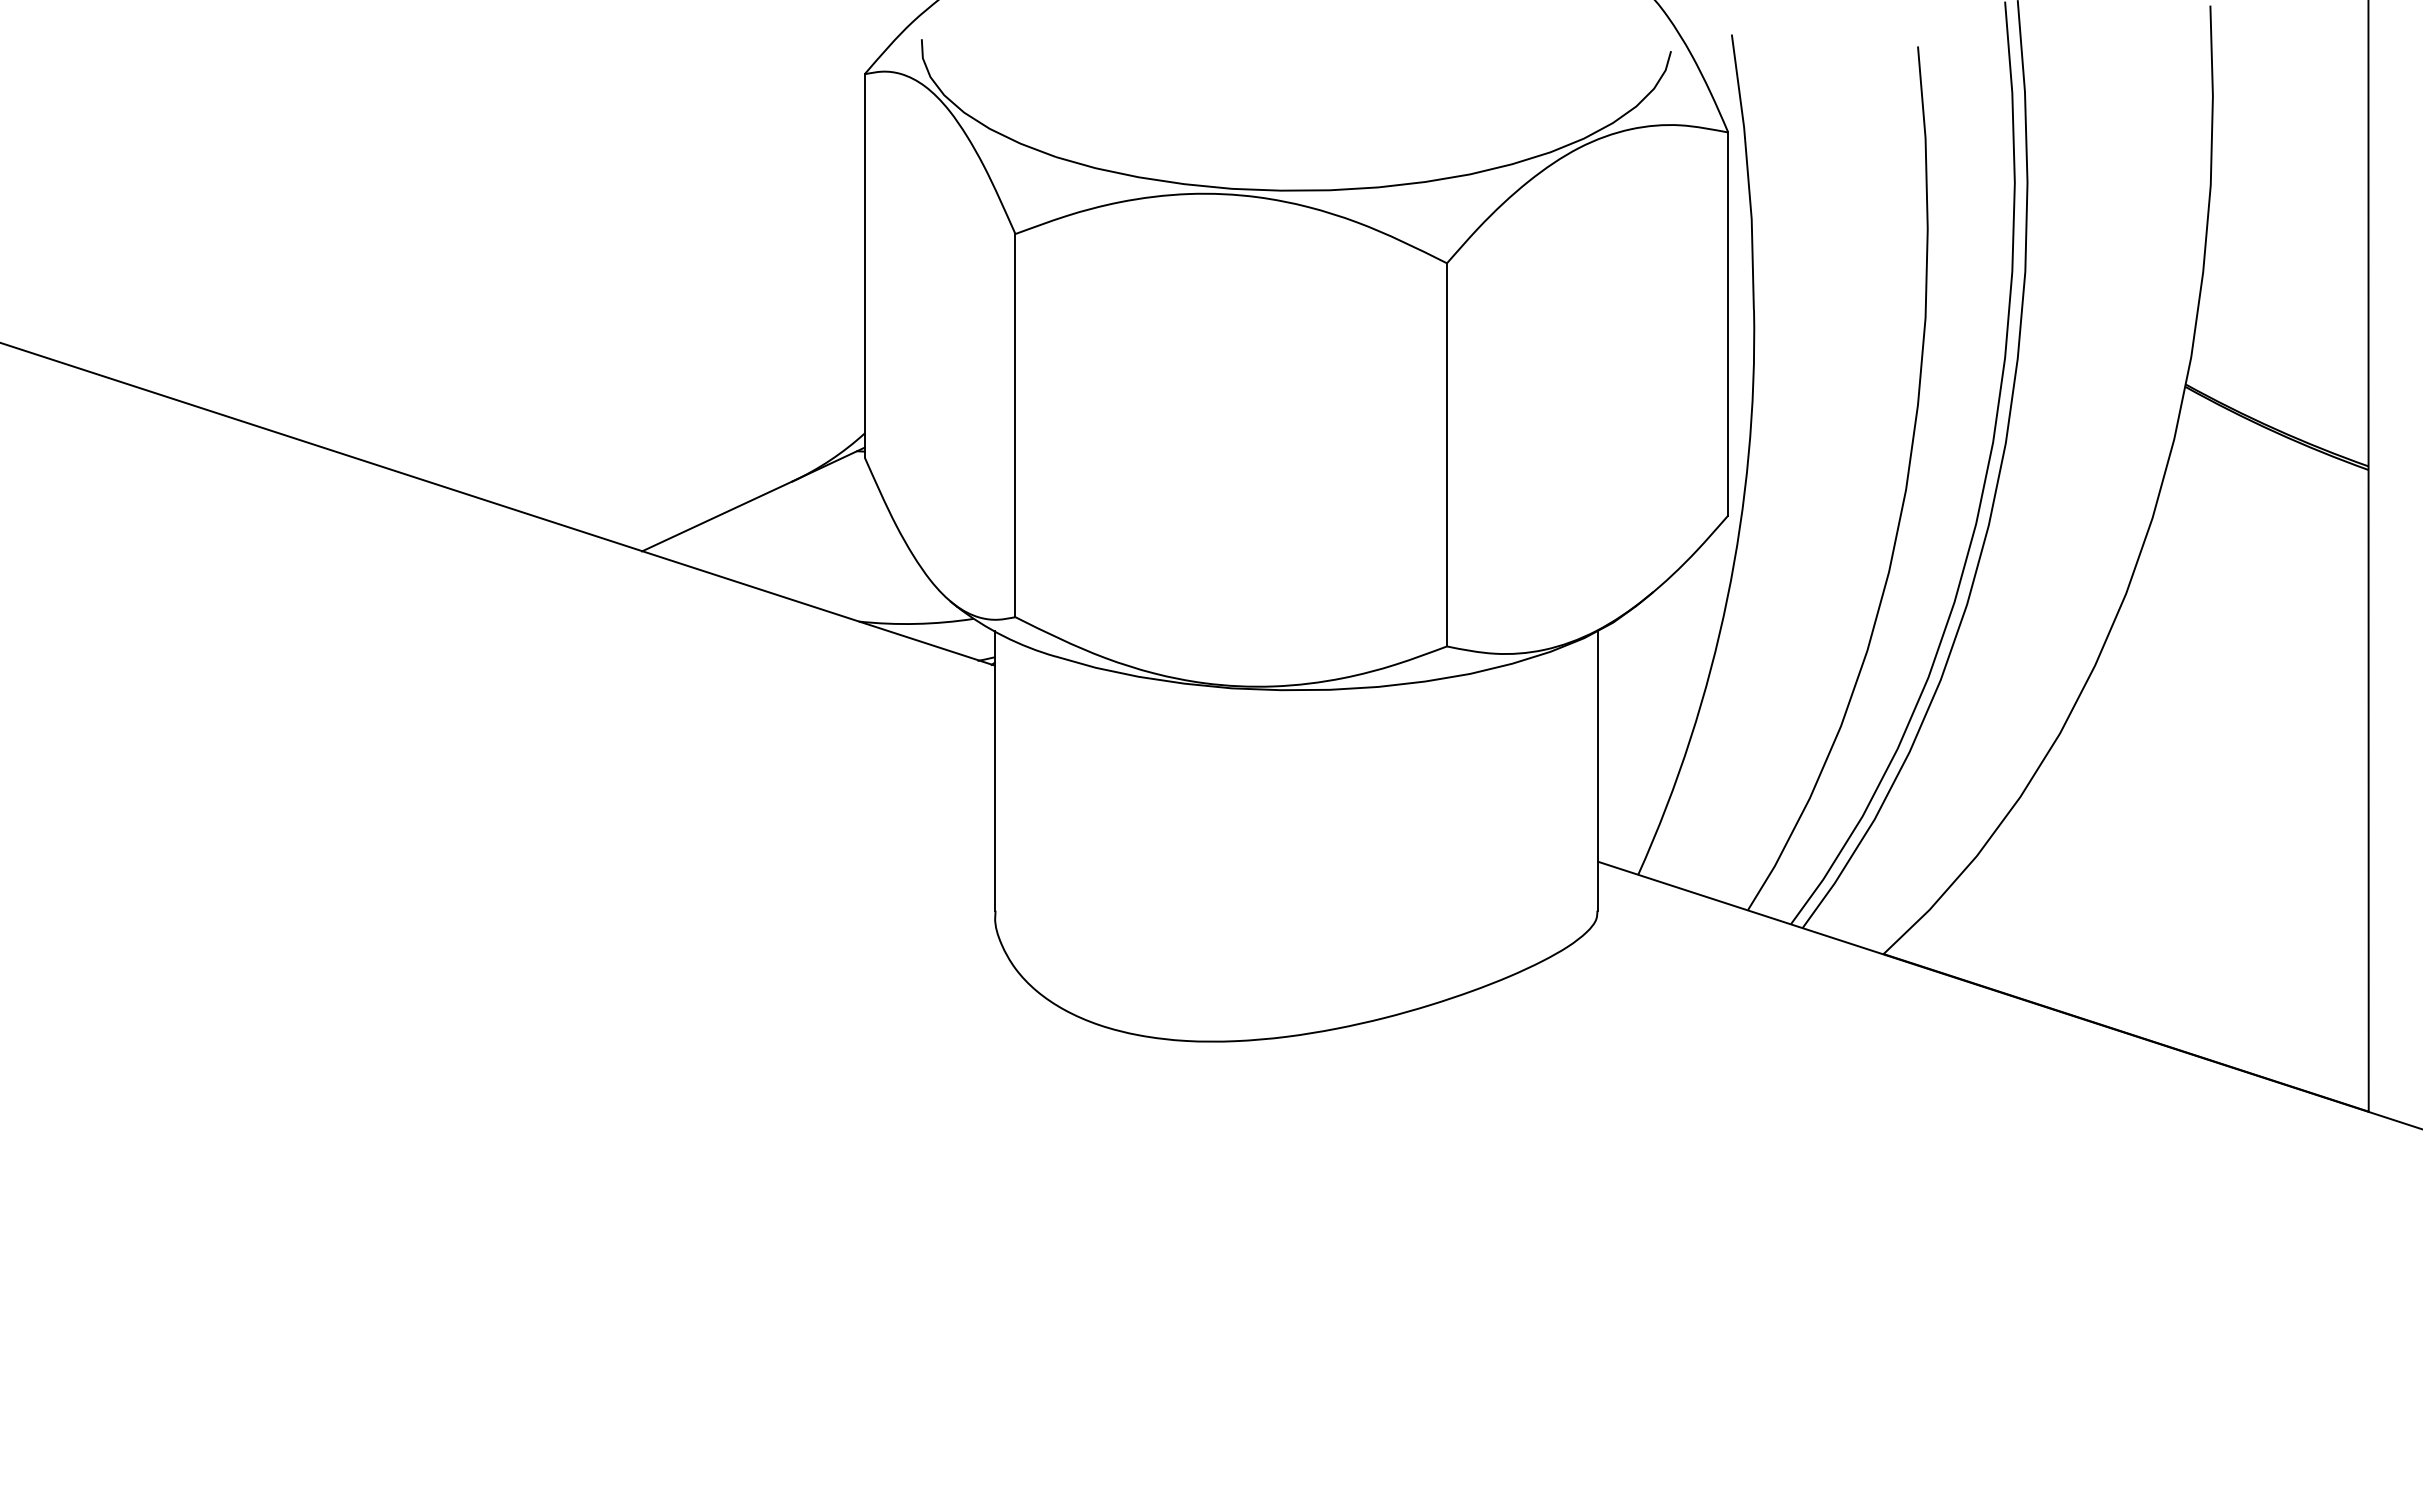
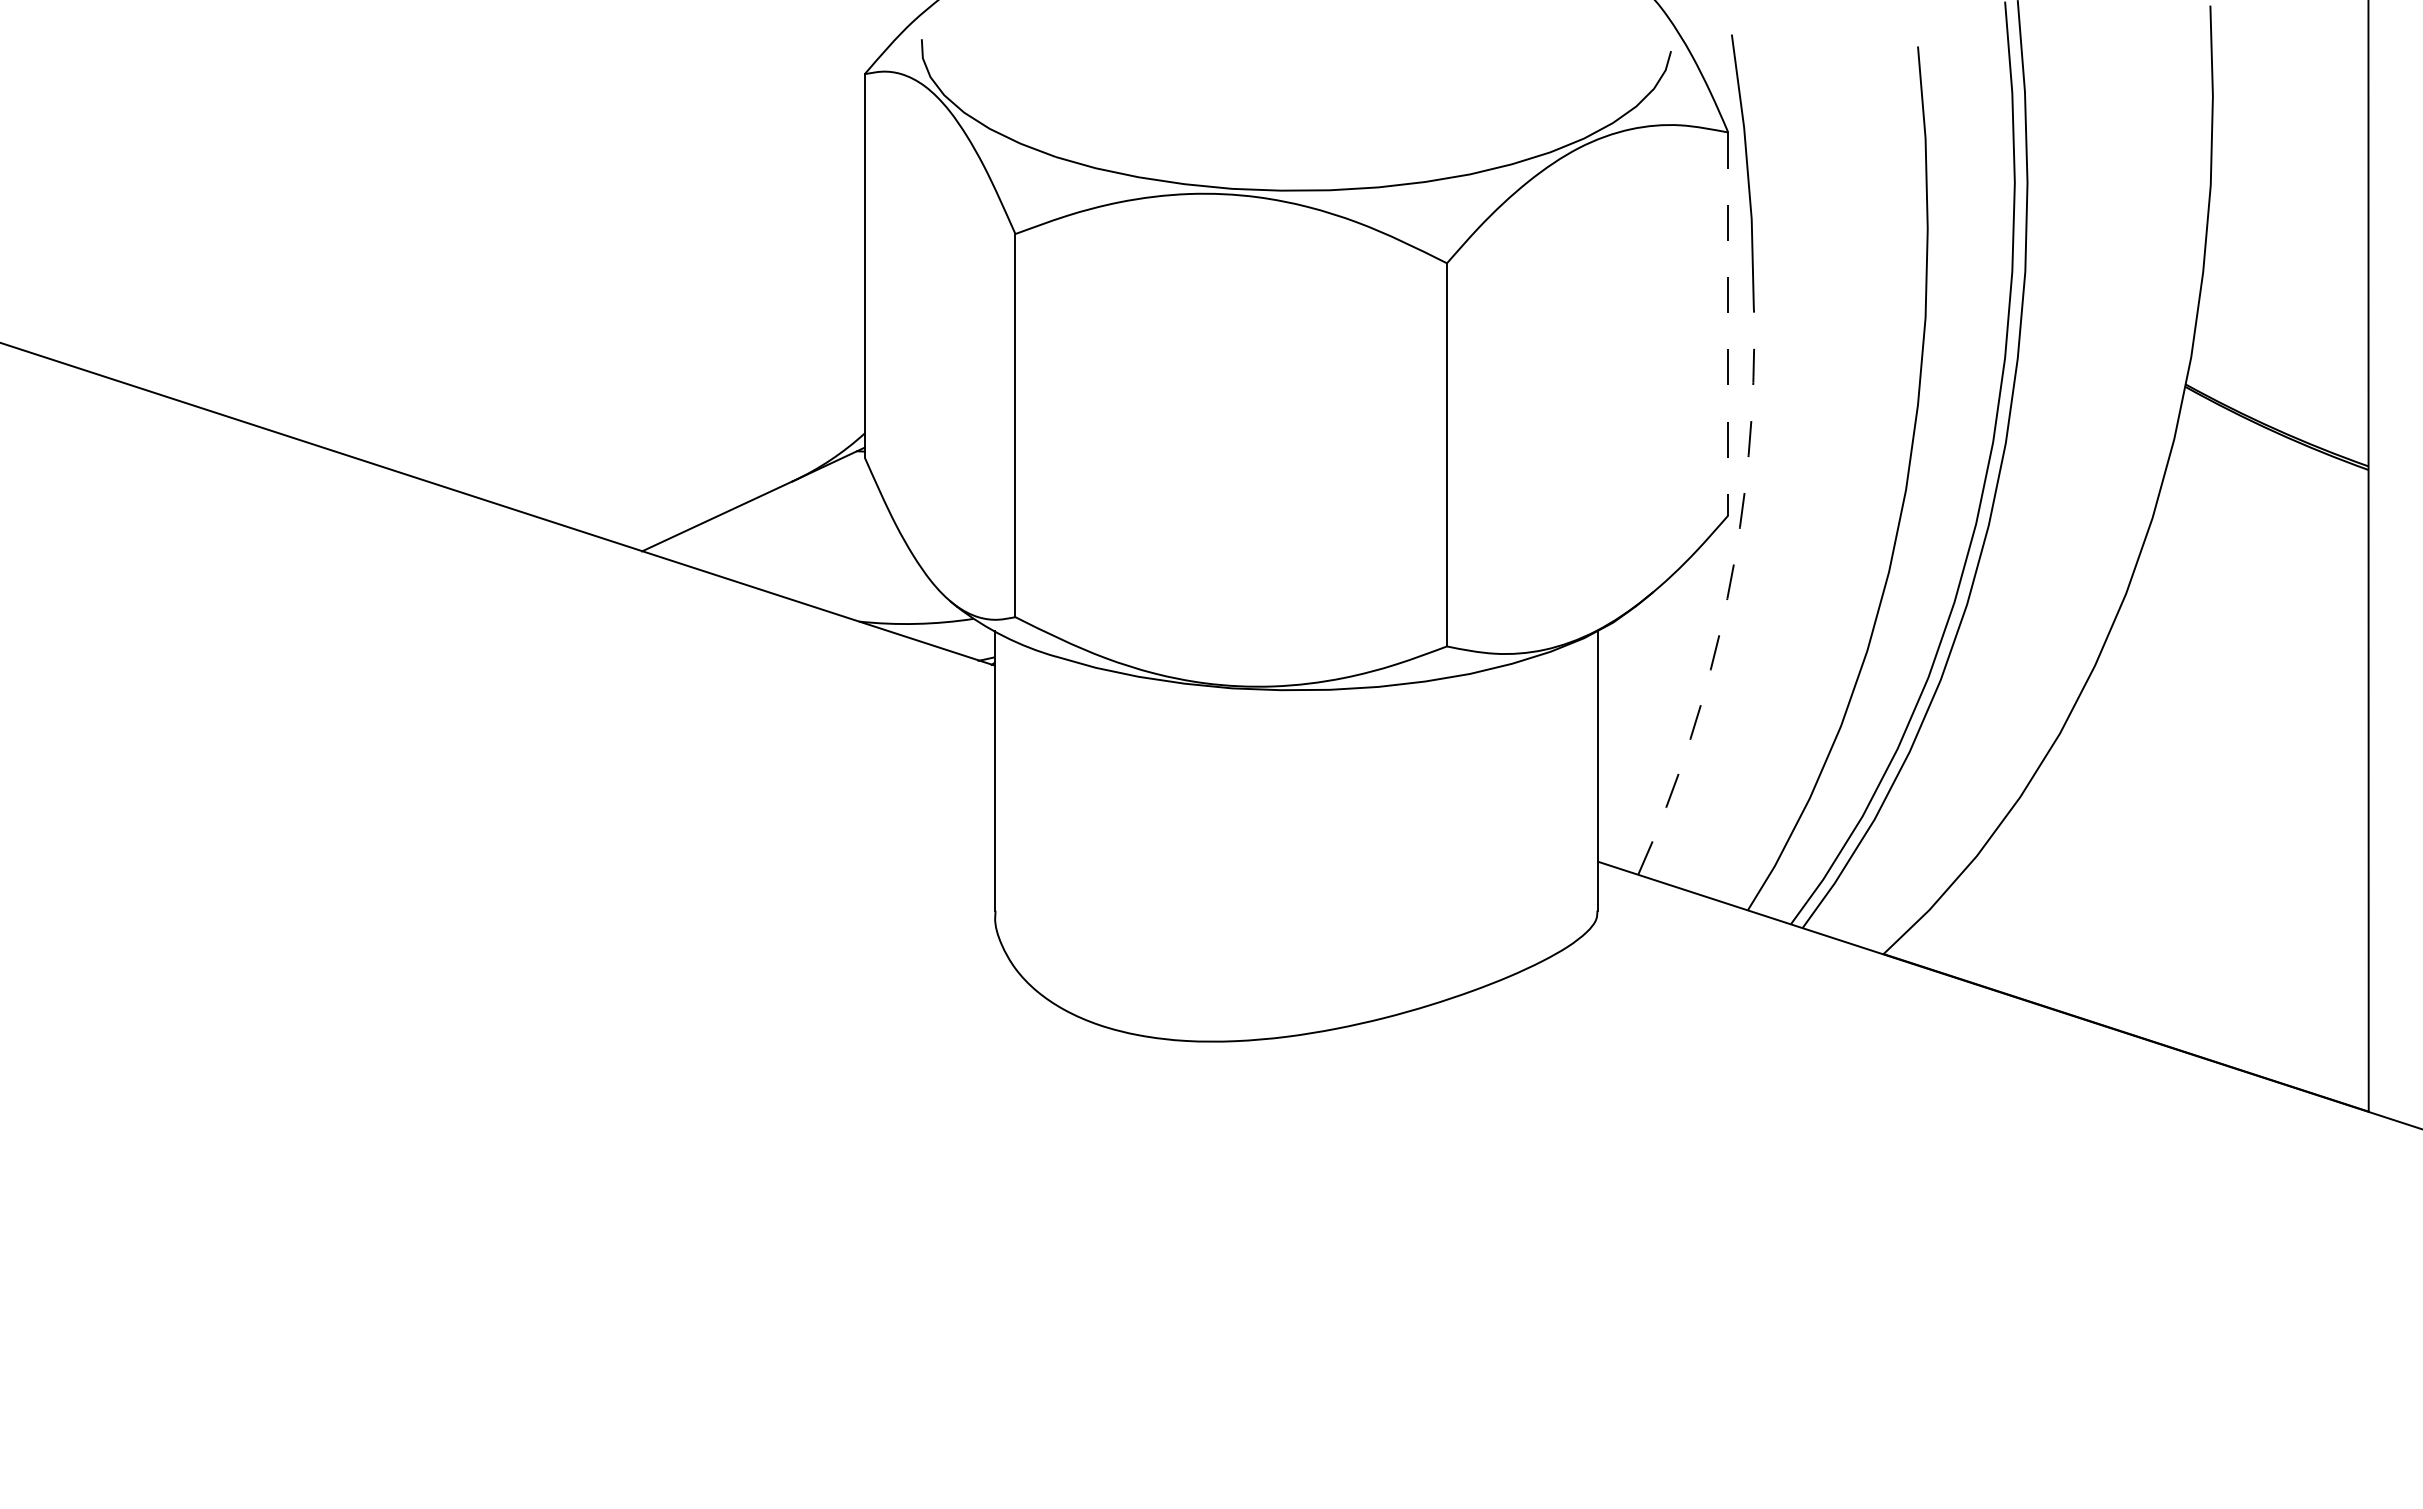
line at (1728, 324): solid -> dashed
arc at (1727, 598): solid -> dashed
